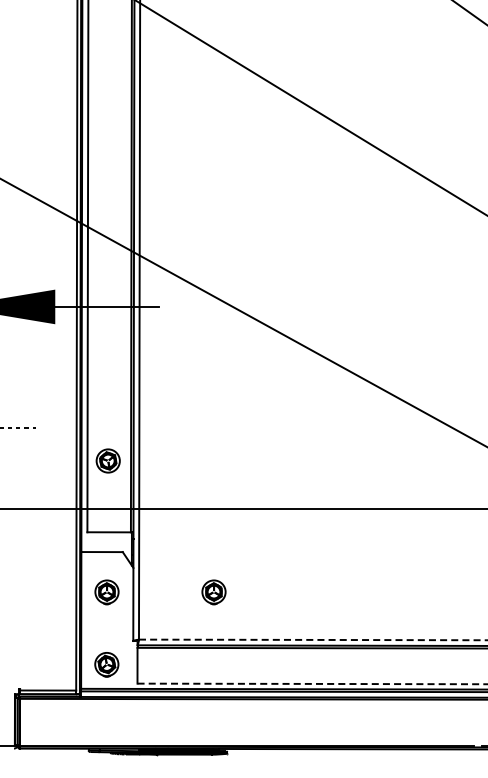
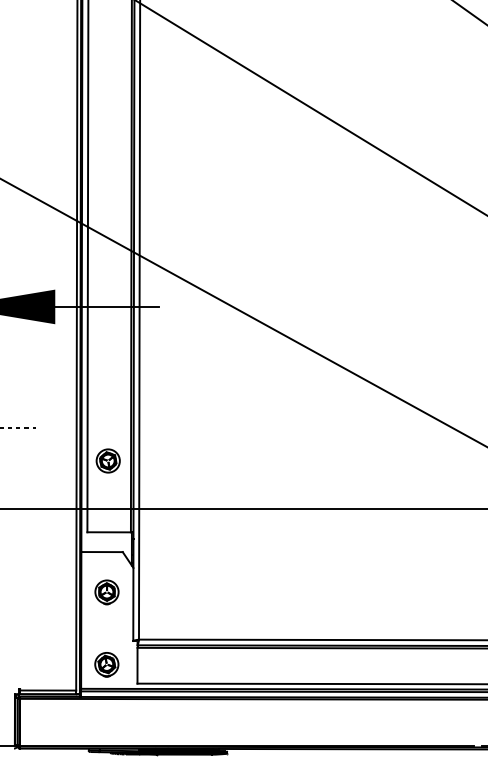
part at (213, 592): present -> none
line at (313, 639): dashed -> solid
line at (312, 683): dashed -> solid
